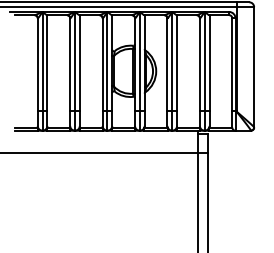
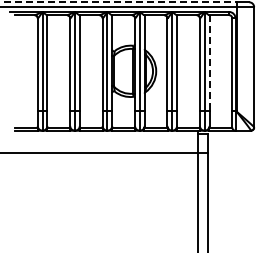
line at (118, 2): solid -> dashed
line at (209, 63): solid -> dashed
